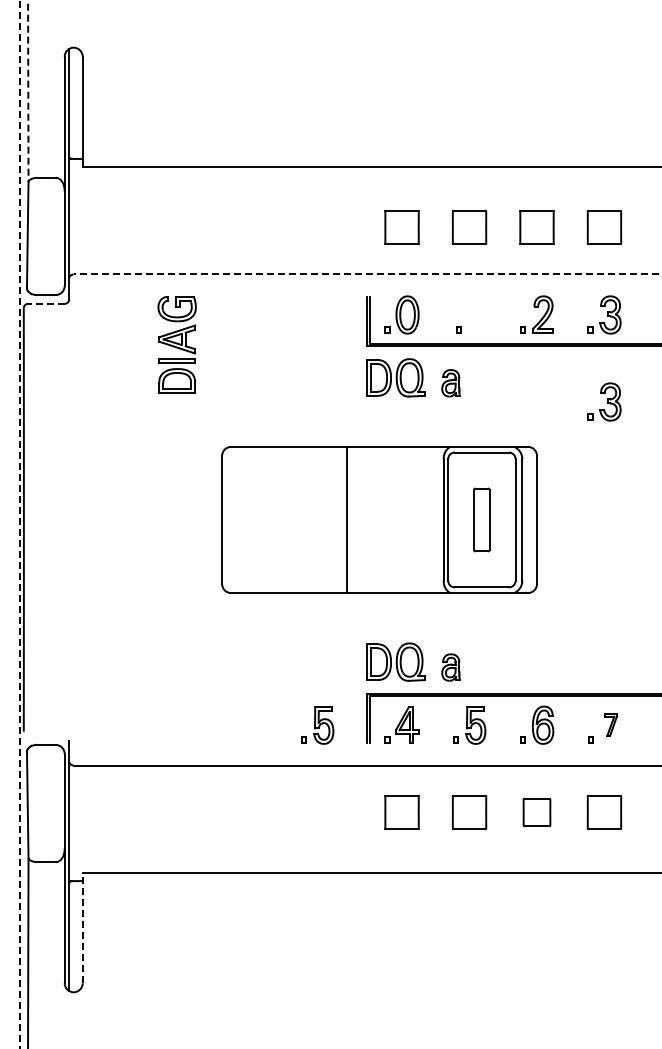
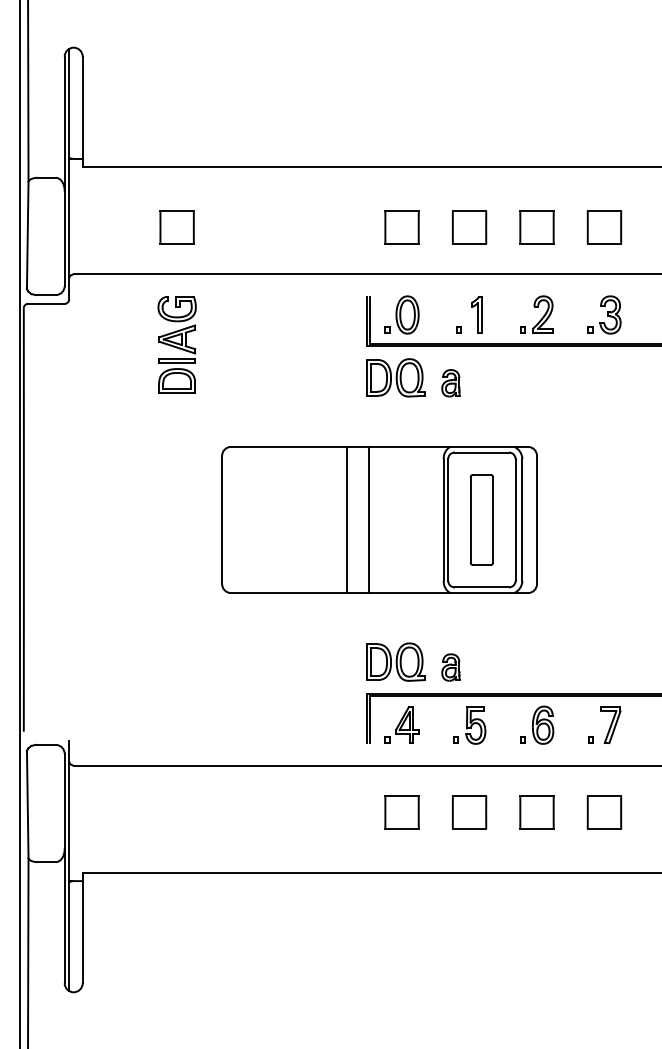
line at (28, 91): dashed -> solid
part at (176, 227): none -> present
line at (367, 274): dashed -> solid
line at (46, 303): dashed -> solid
part at (476, 314): none -> present
part at (604, 401): present -> none
line at (369, 519): none -> present
part at (481, 519) size: 18x66 px -> 25x92 px
line at (19, 523): dashed -> solid
part at (317, 725): present -> none
part at (610, 725) size: 14x25 px -> 22x39 px
part at (536, 812) size: 30x29 px -> 36x35 px
line at (82, 927): dashed -> solid
